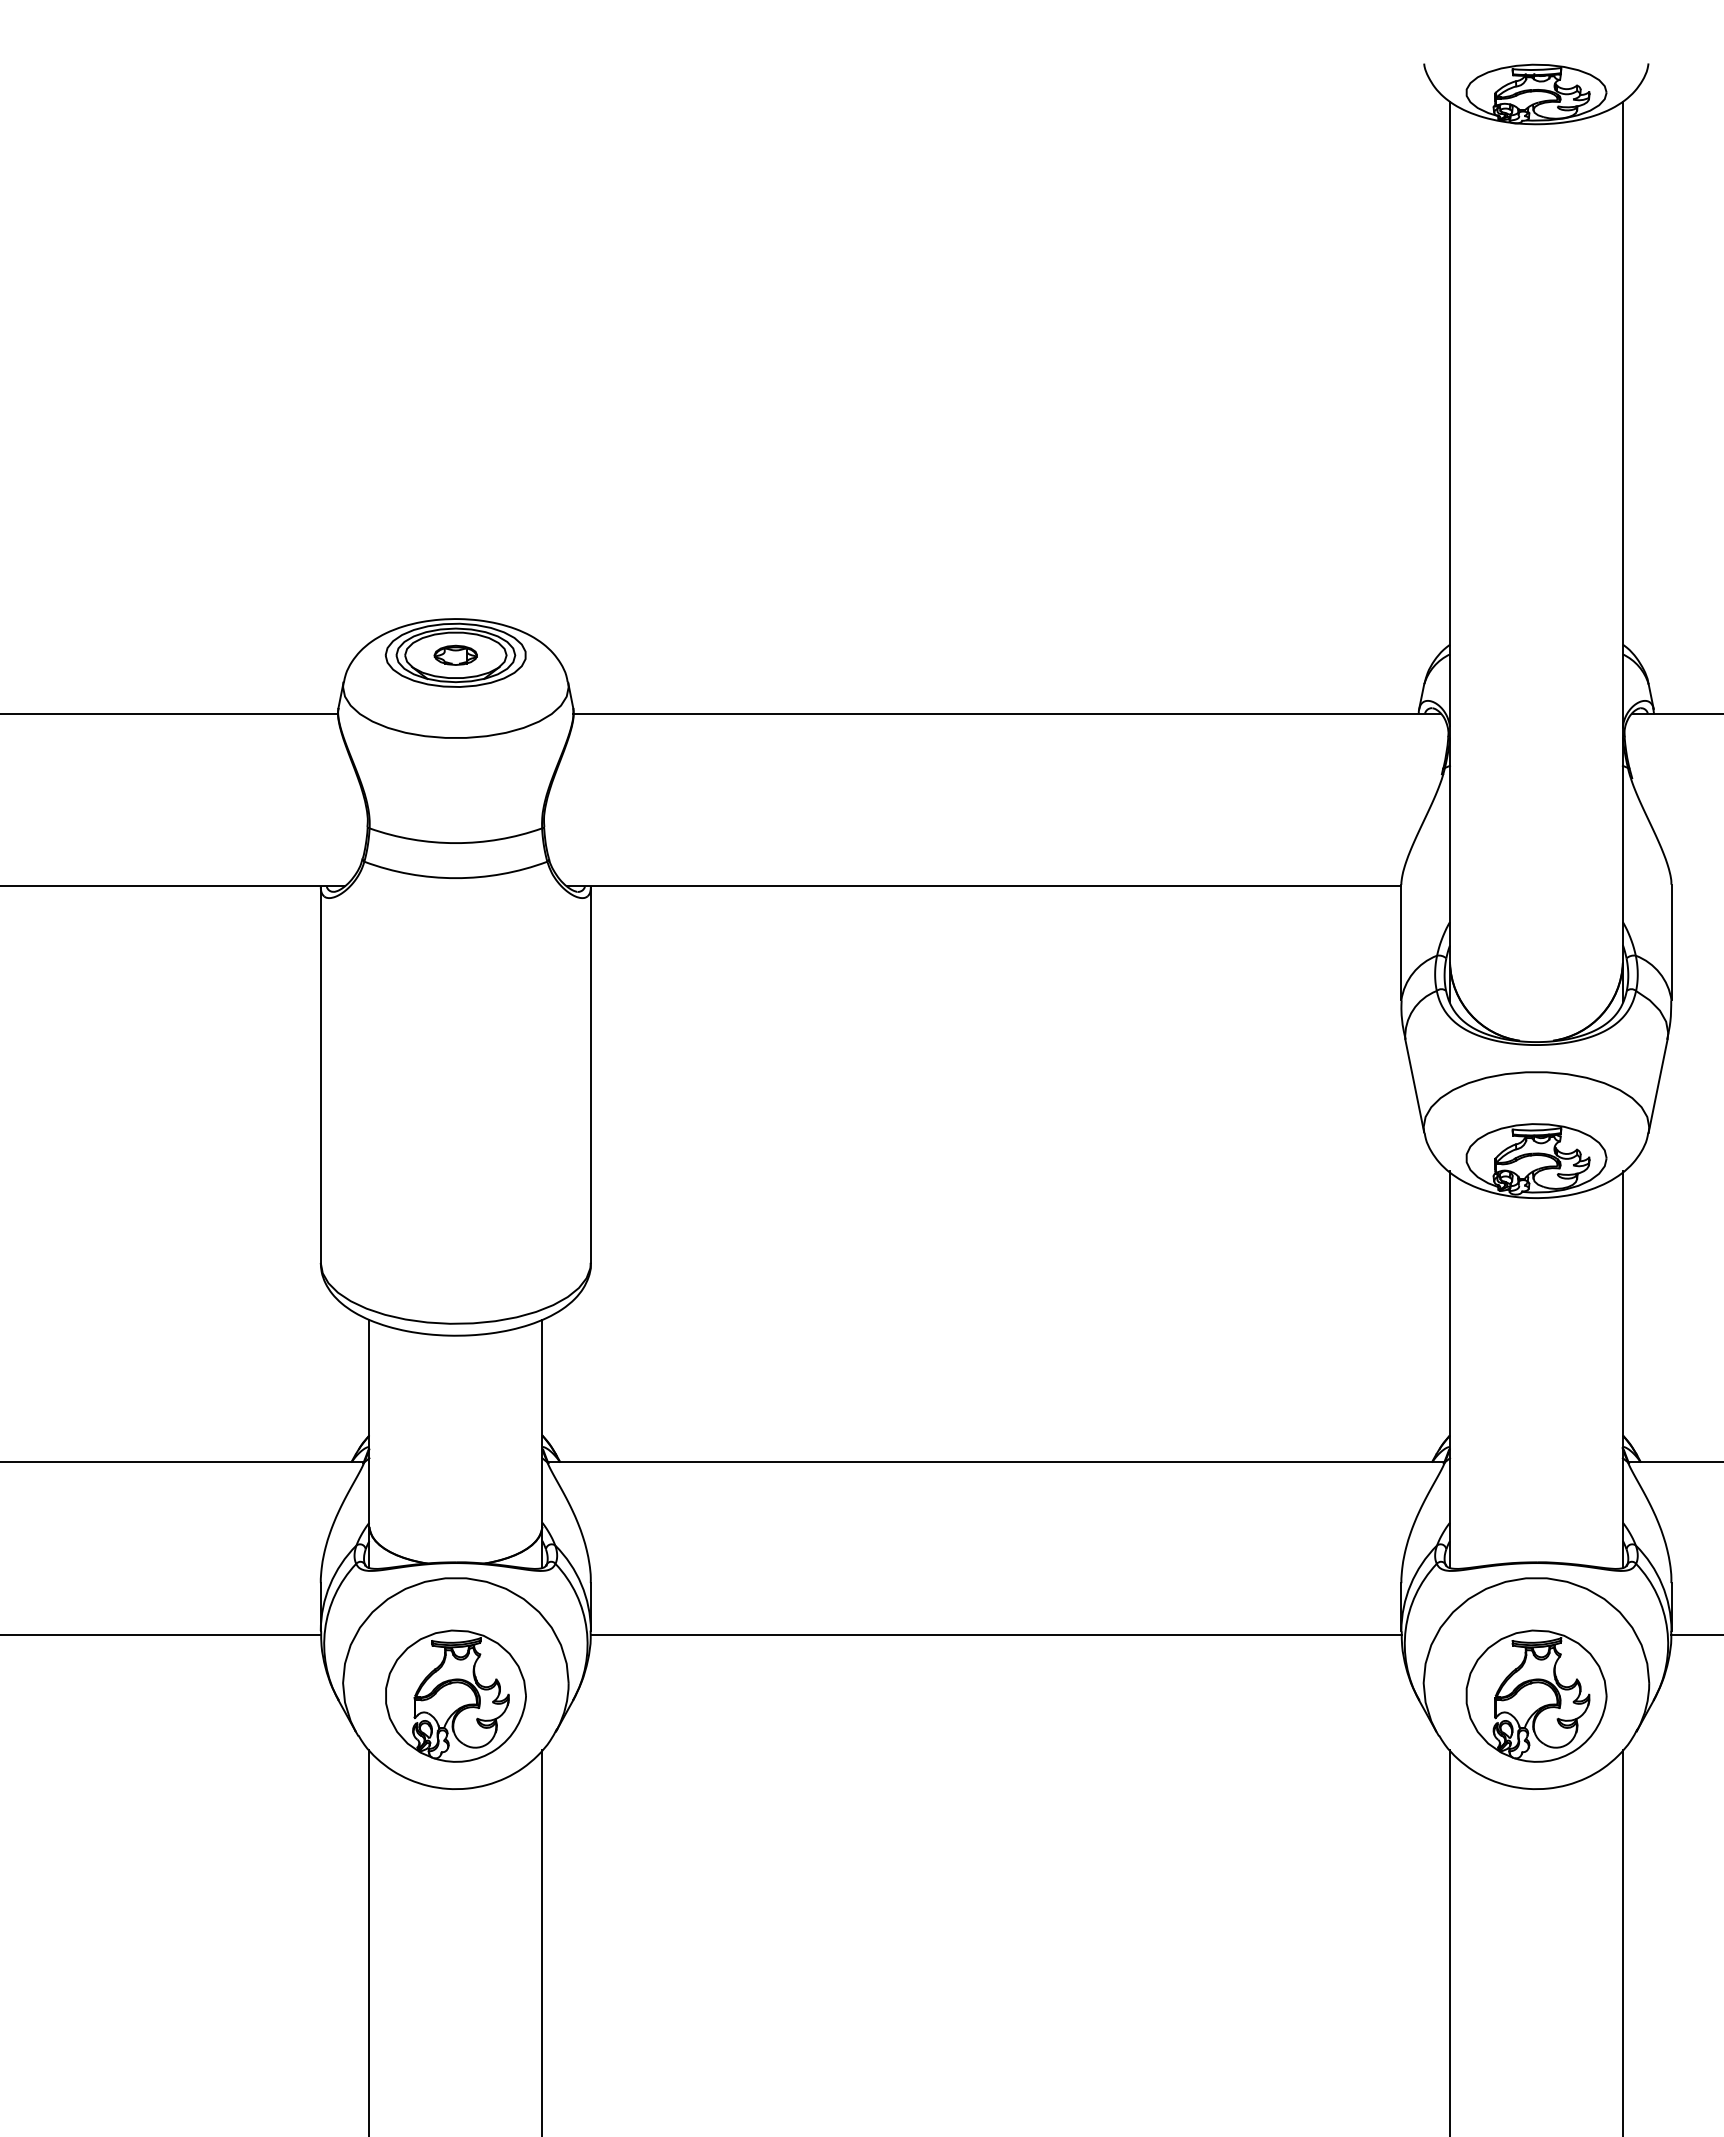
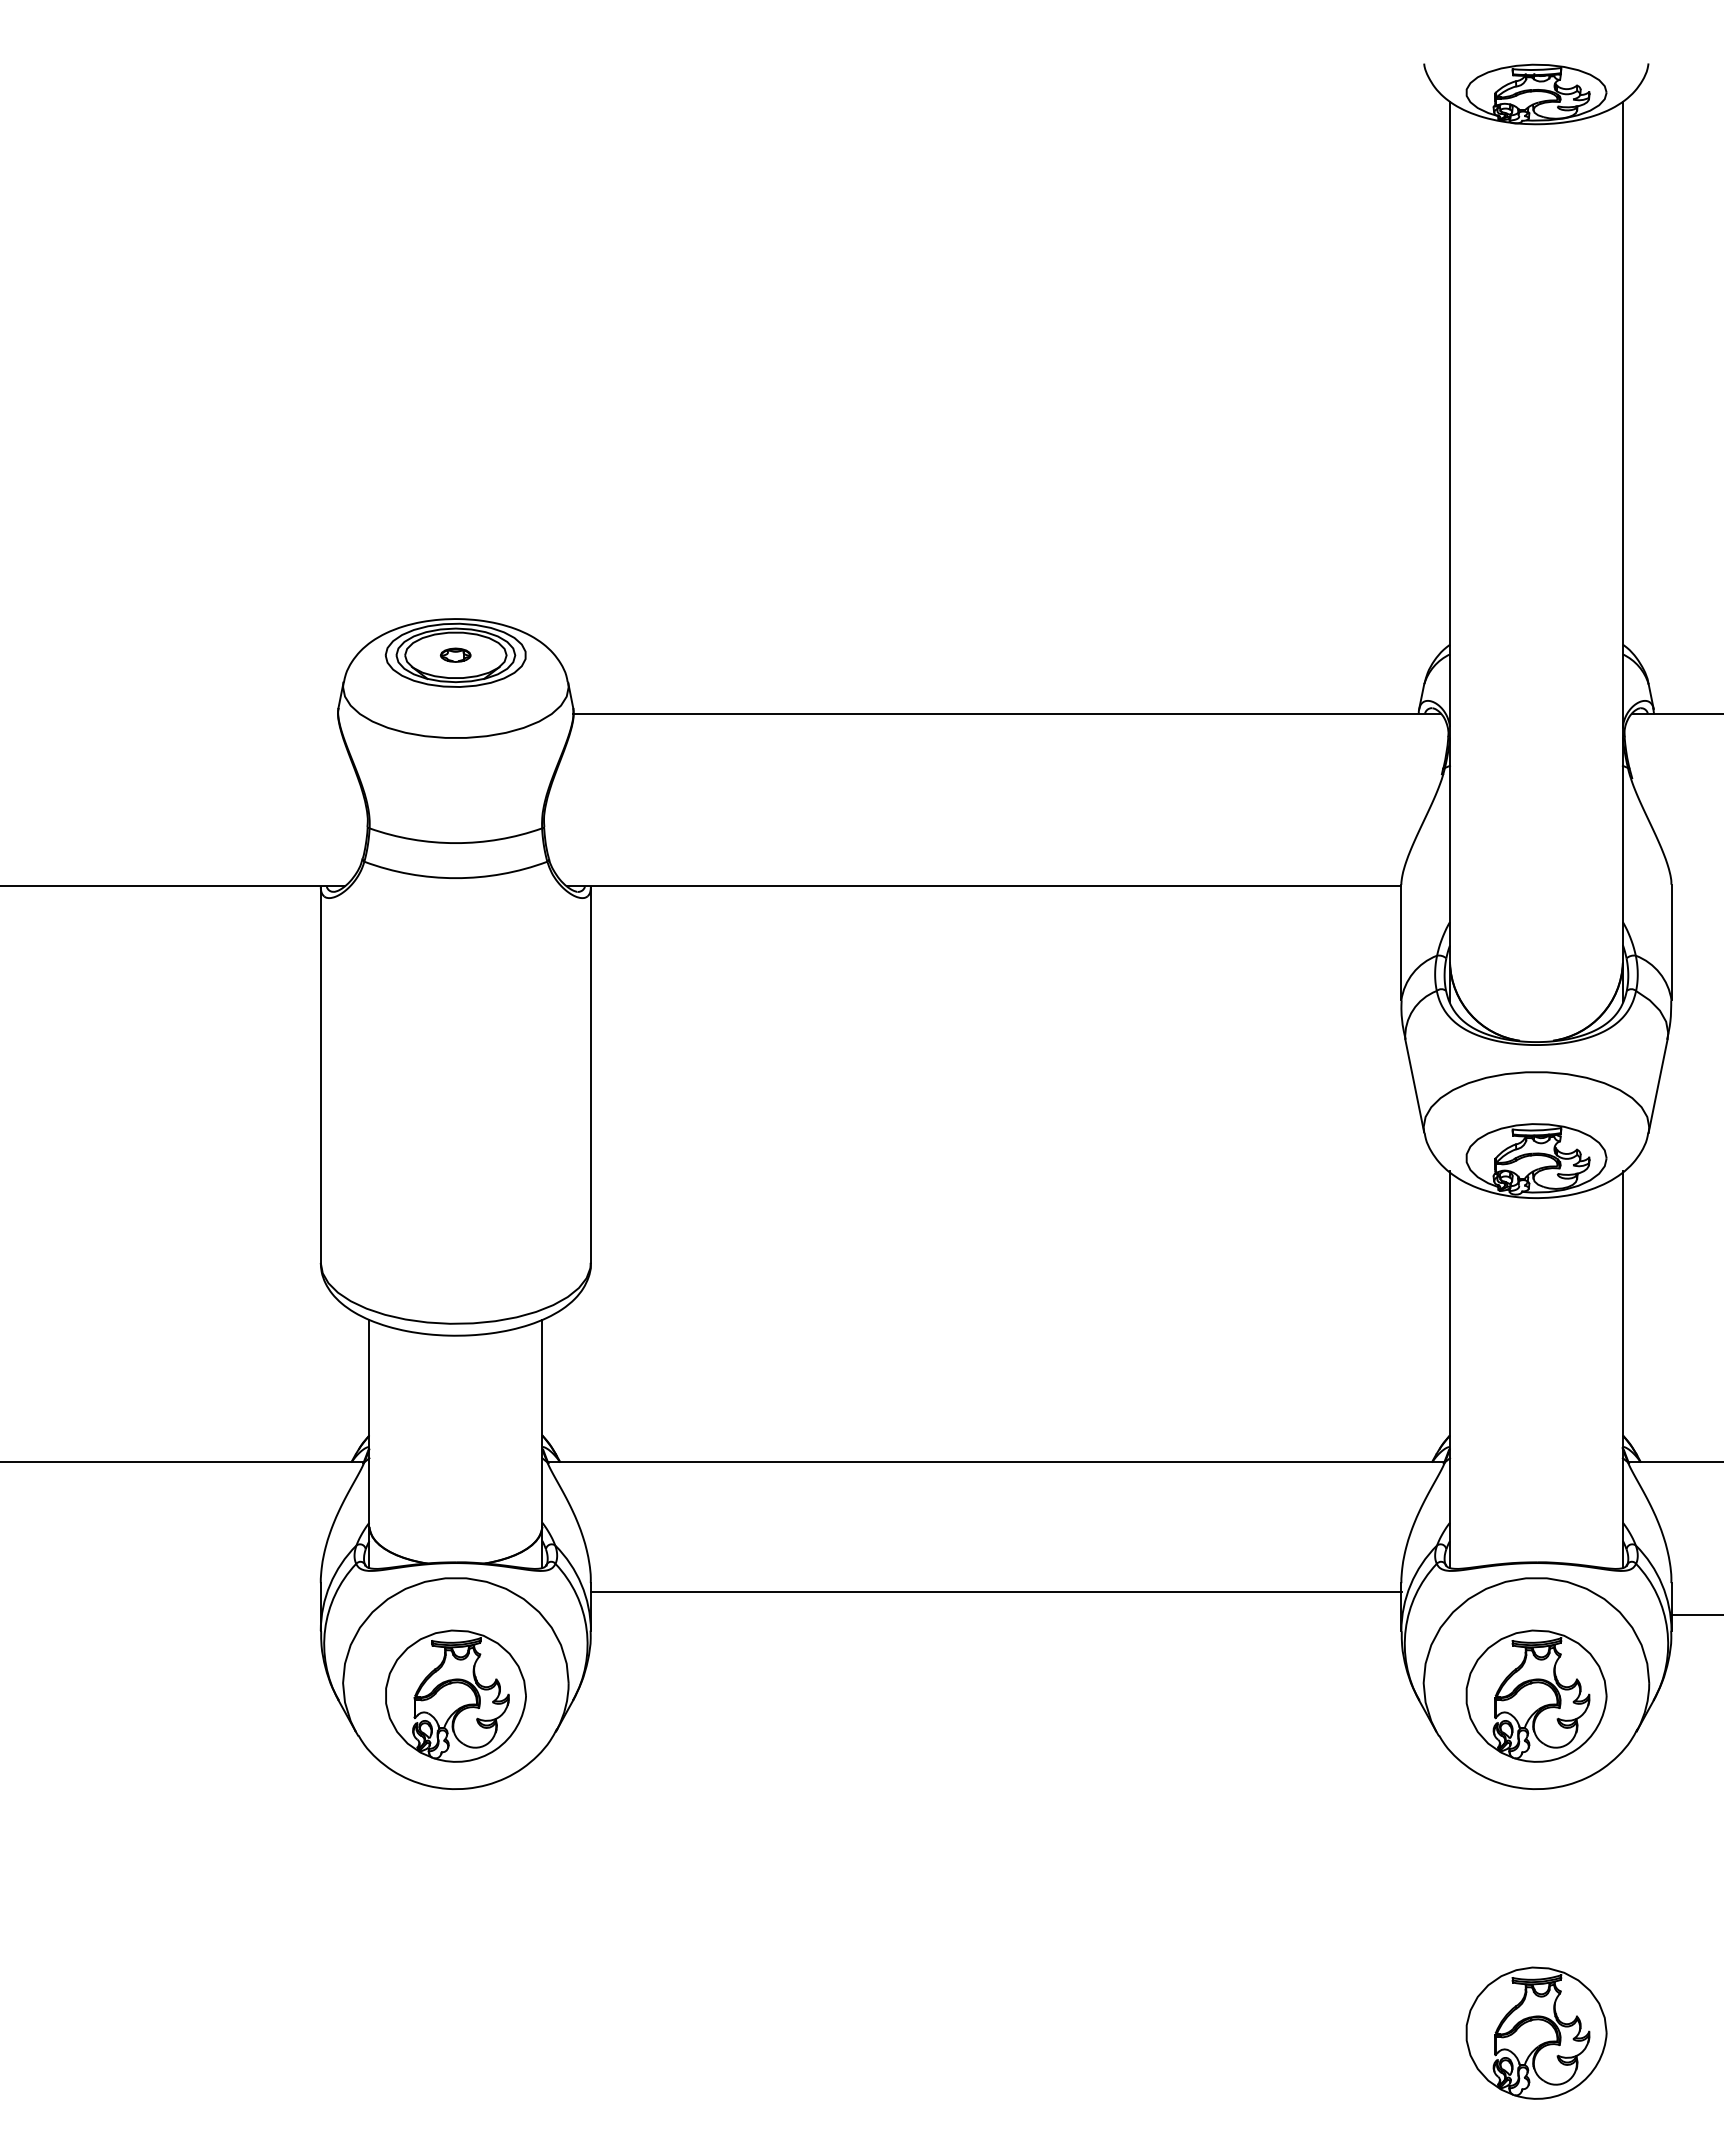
part at (455, 654) size: 45x22 px -> 32x16 px
line at (170, 713): present -> none
line at (161, 1634): present -> none
line at (995, 1634) position: (995, 1634) -> (995, 1591)
line at (1695, 1634) position: (1695, 1634) -> (1695, 1614)
line at (369, 1941): present -> none
line at (542, 1941): present -> none
line at (1450, 1941): present -> none
line at (1622, 1941): present -> none
part at (1536, 2032): none -> present
